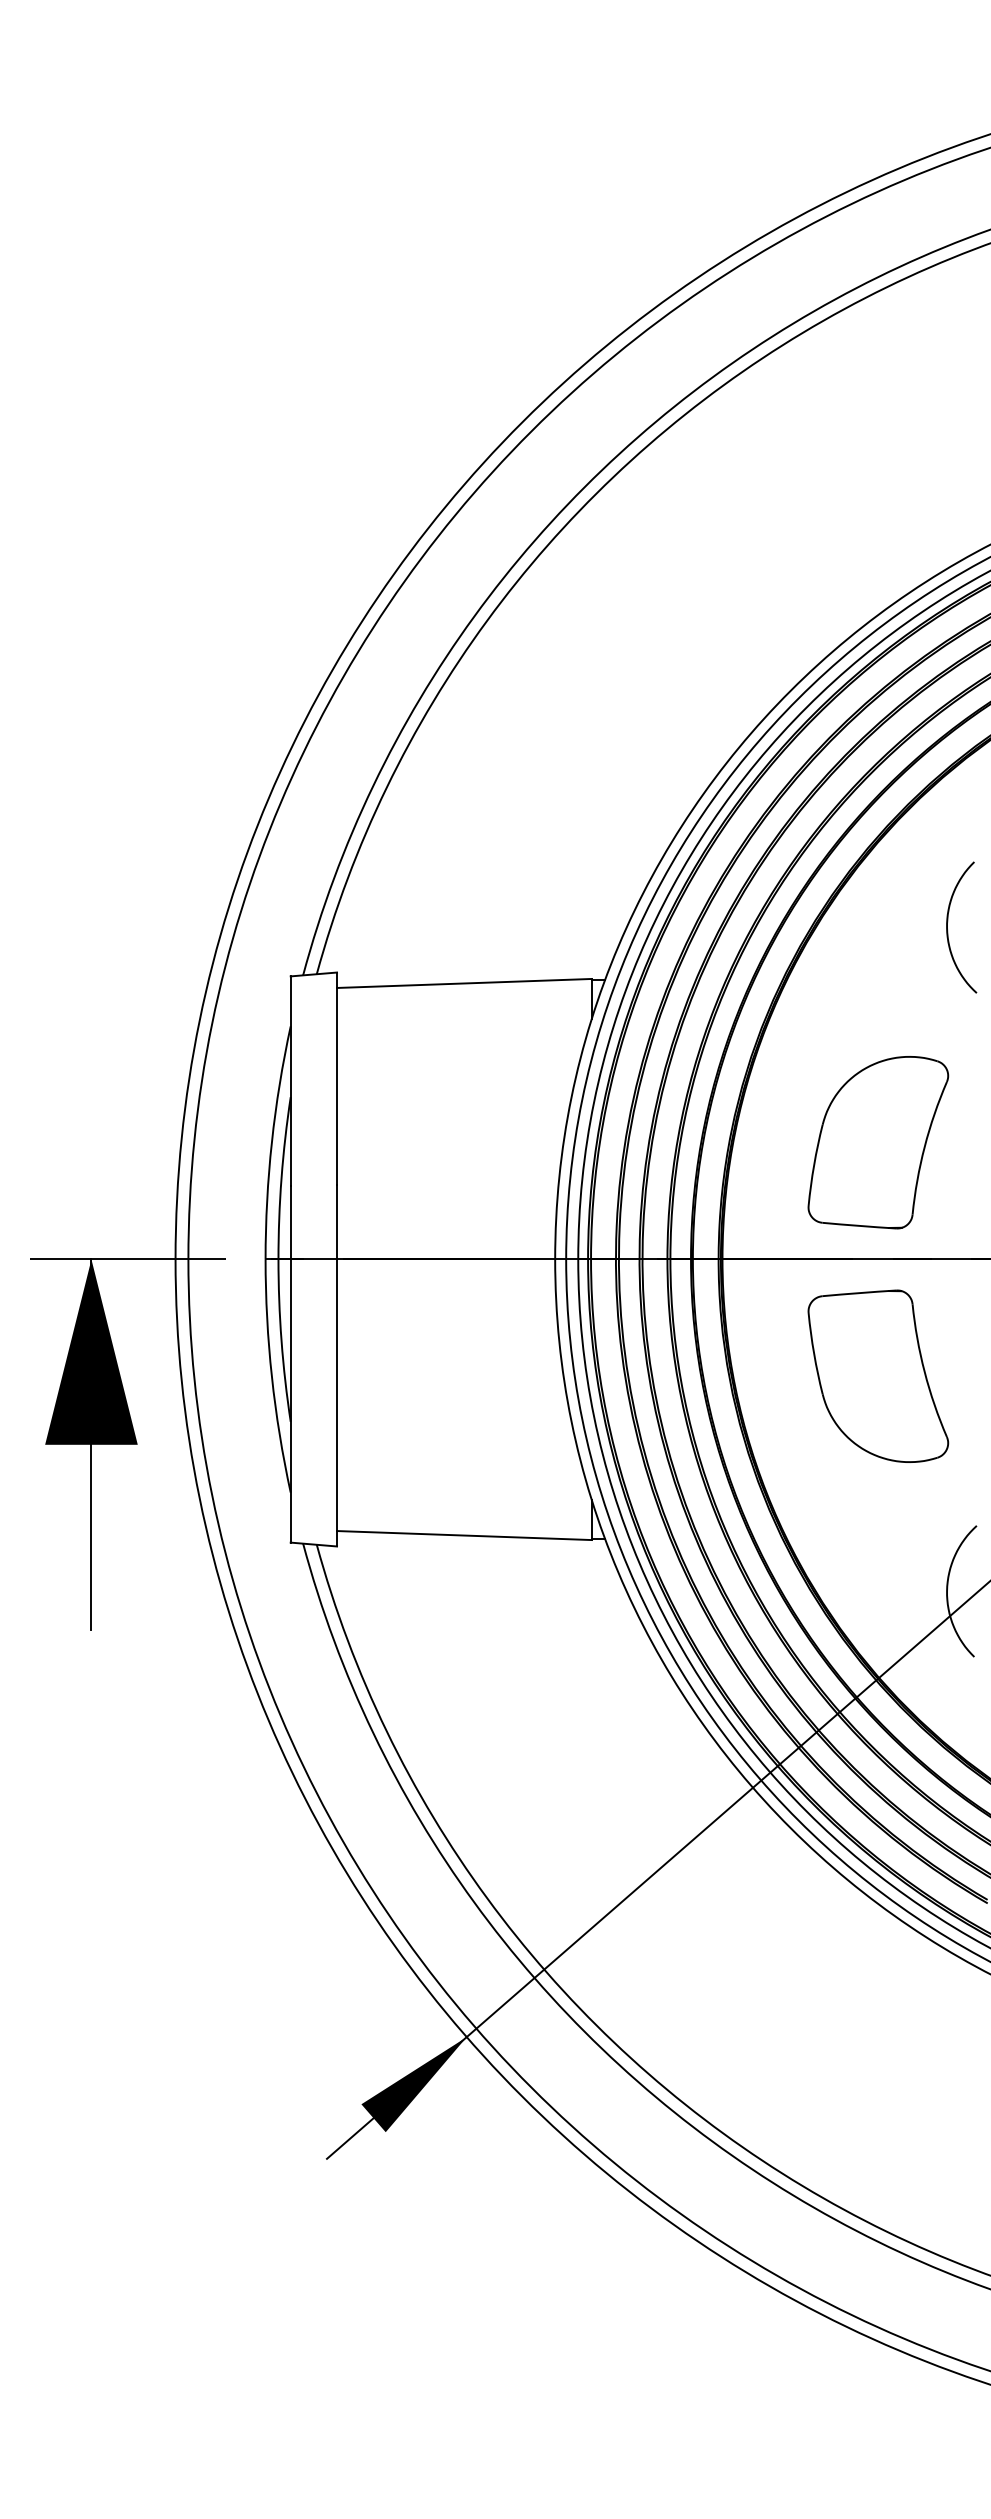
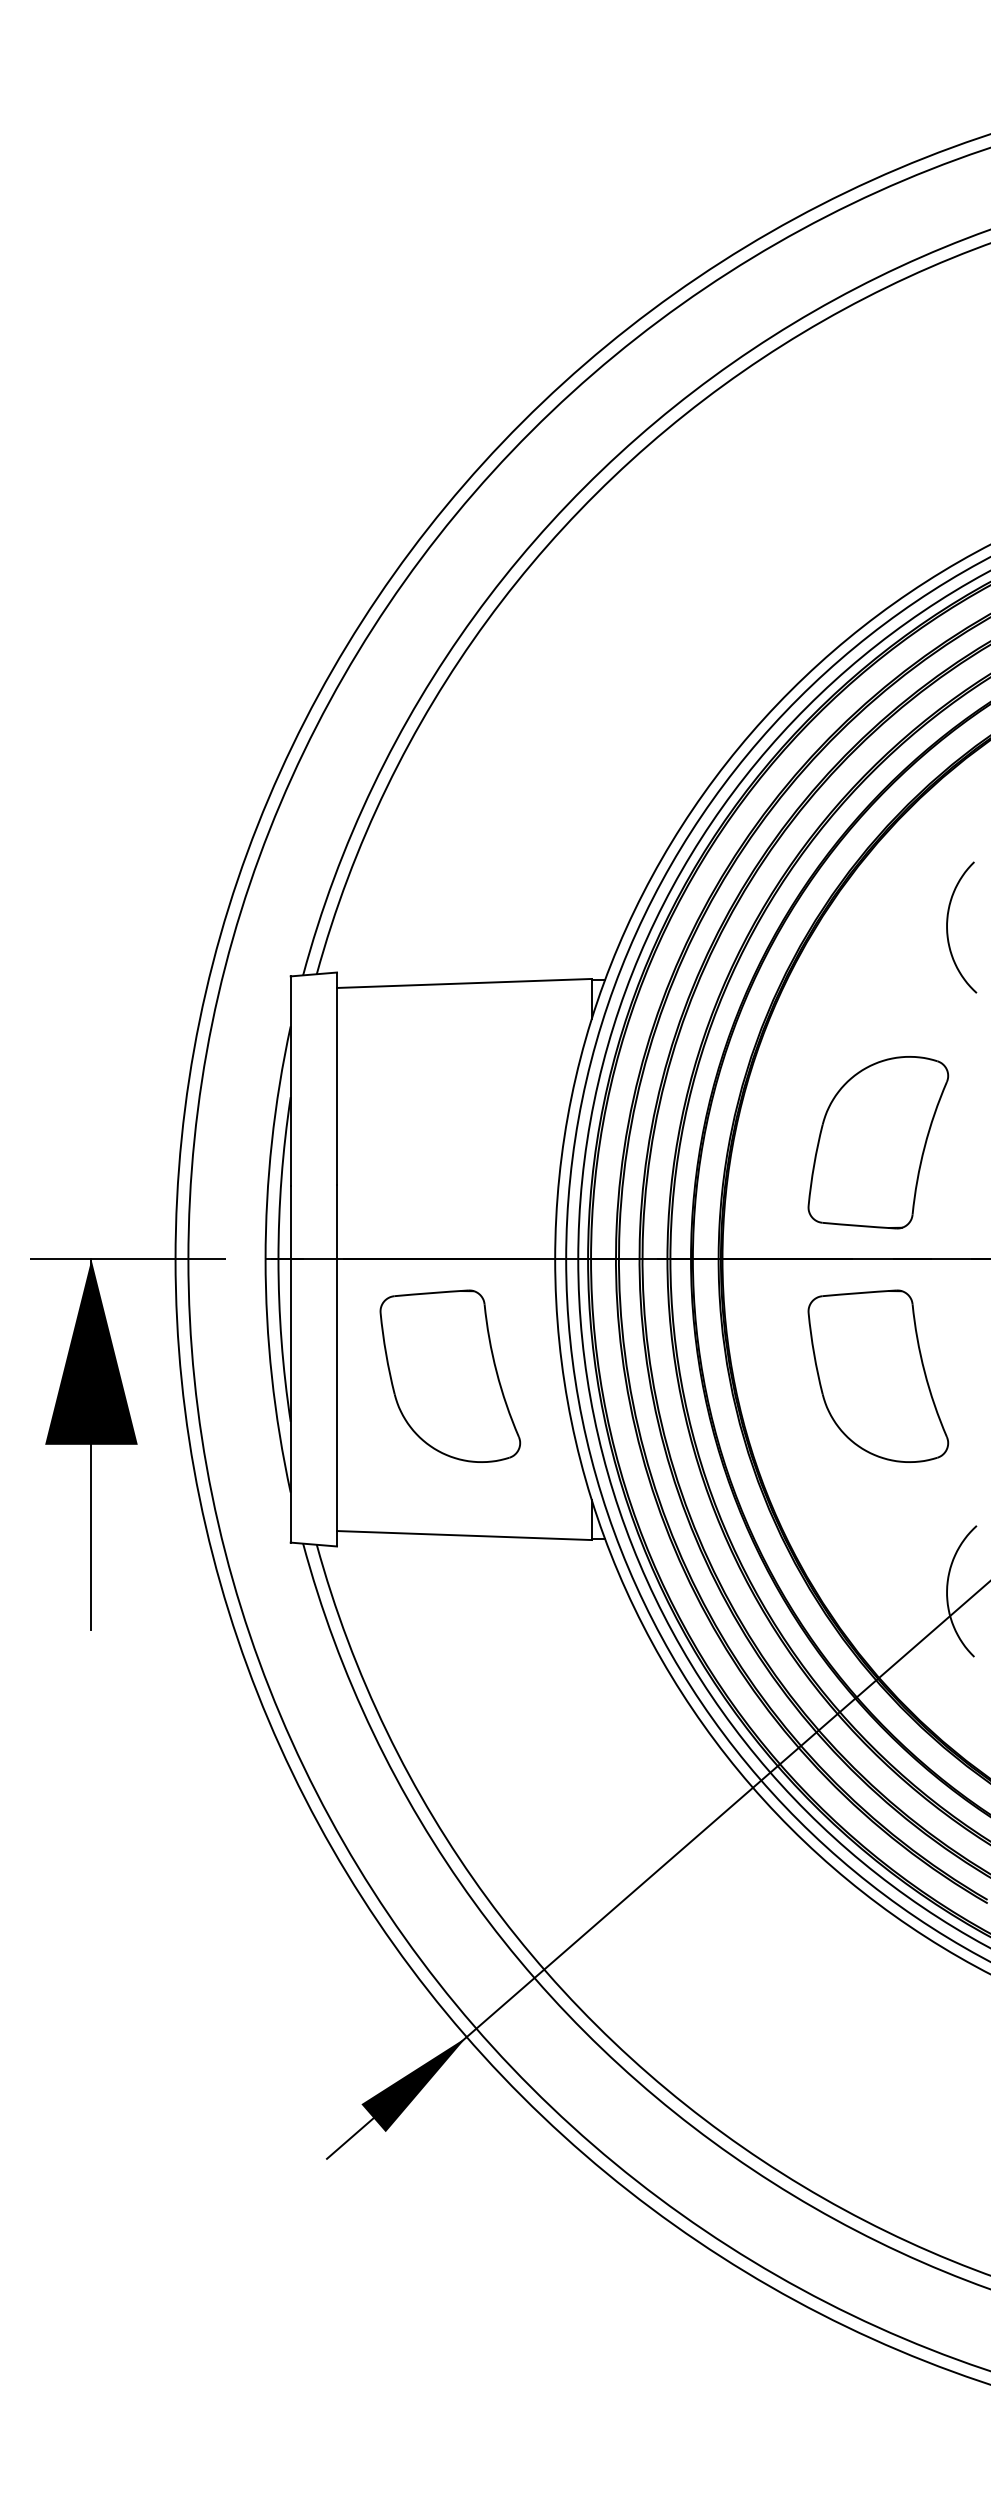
part at (450, 1375): none -> present
